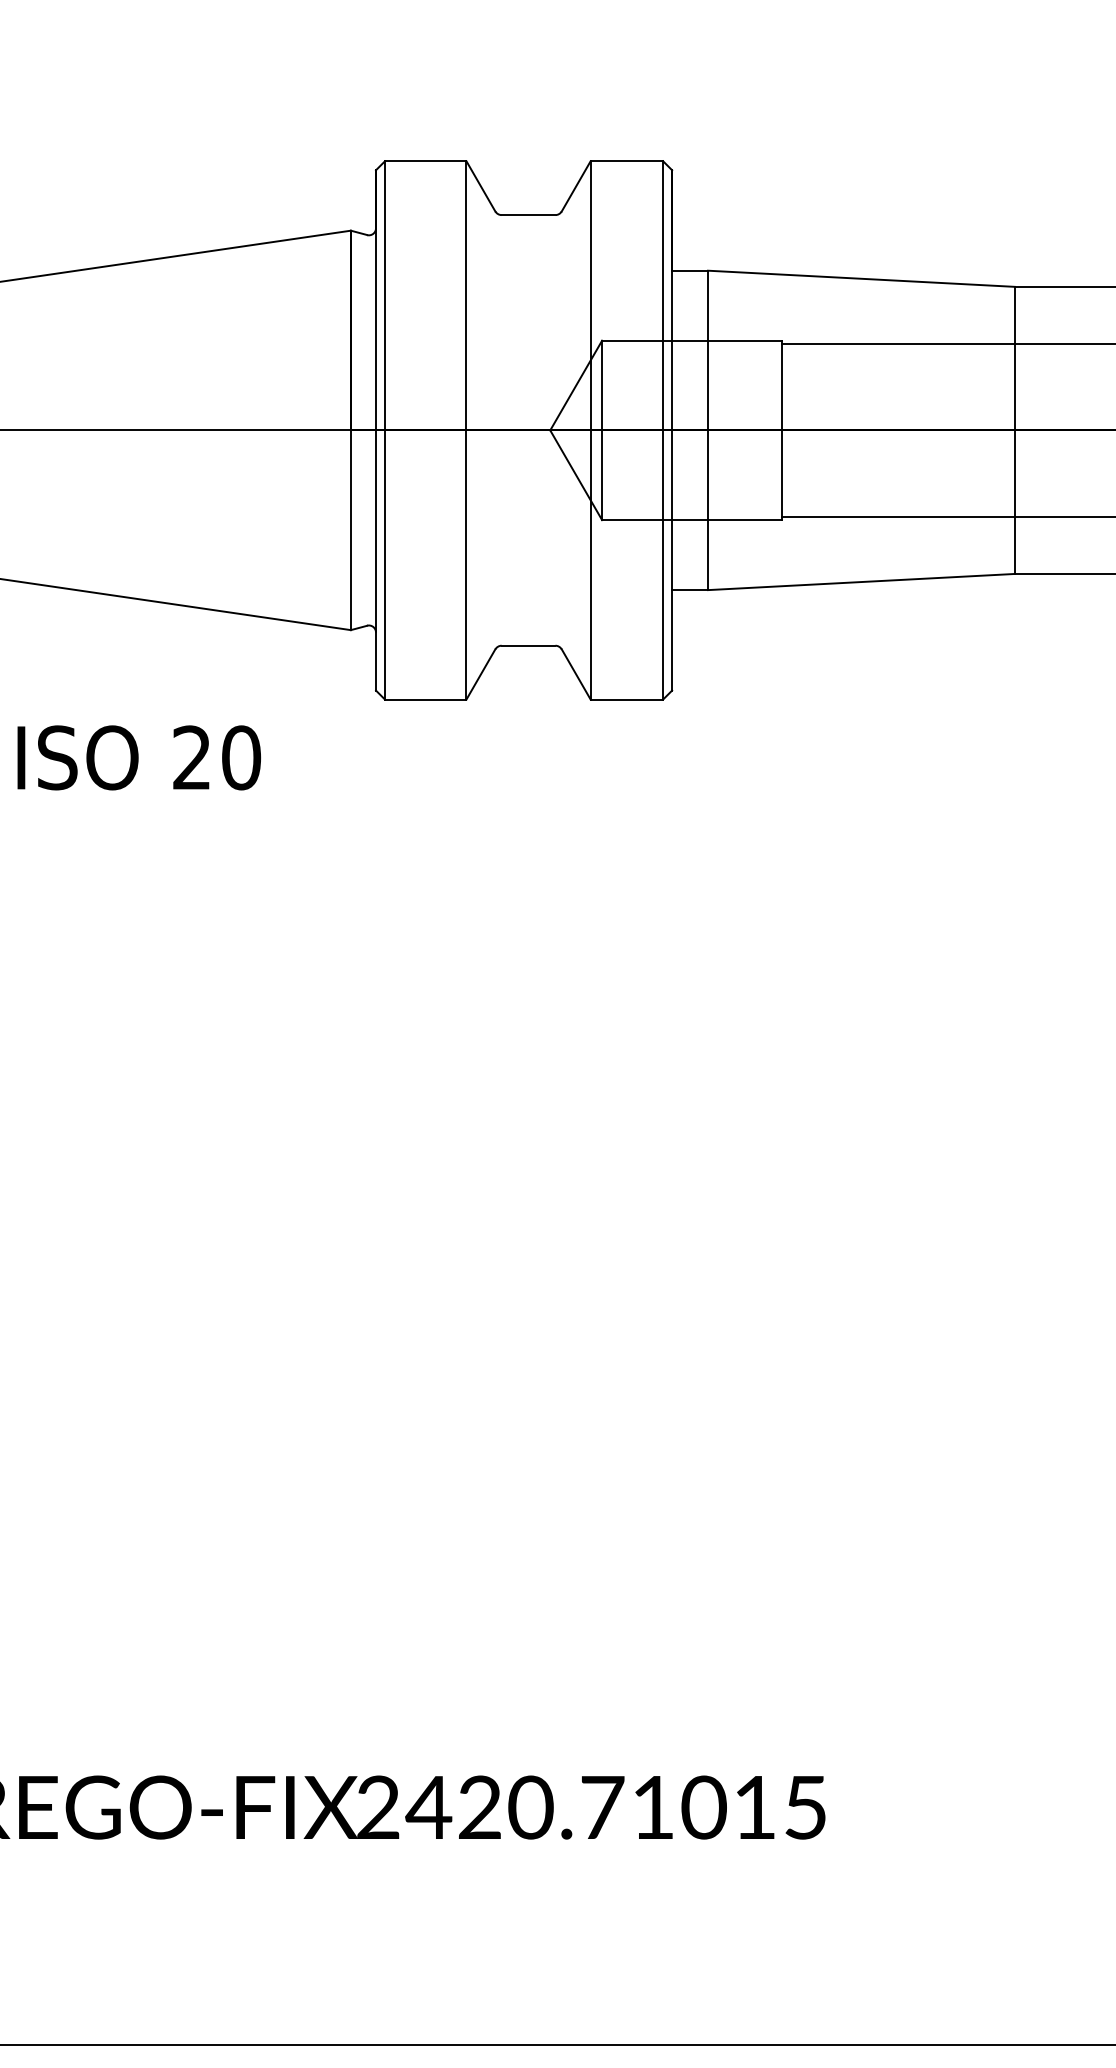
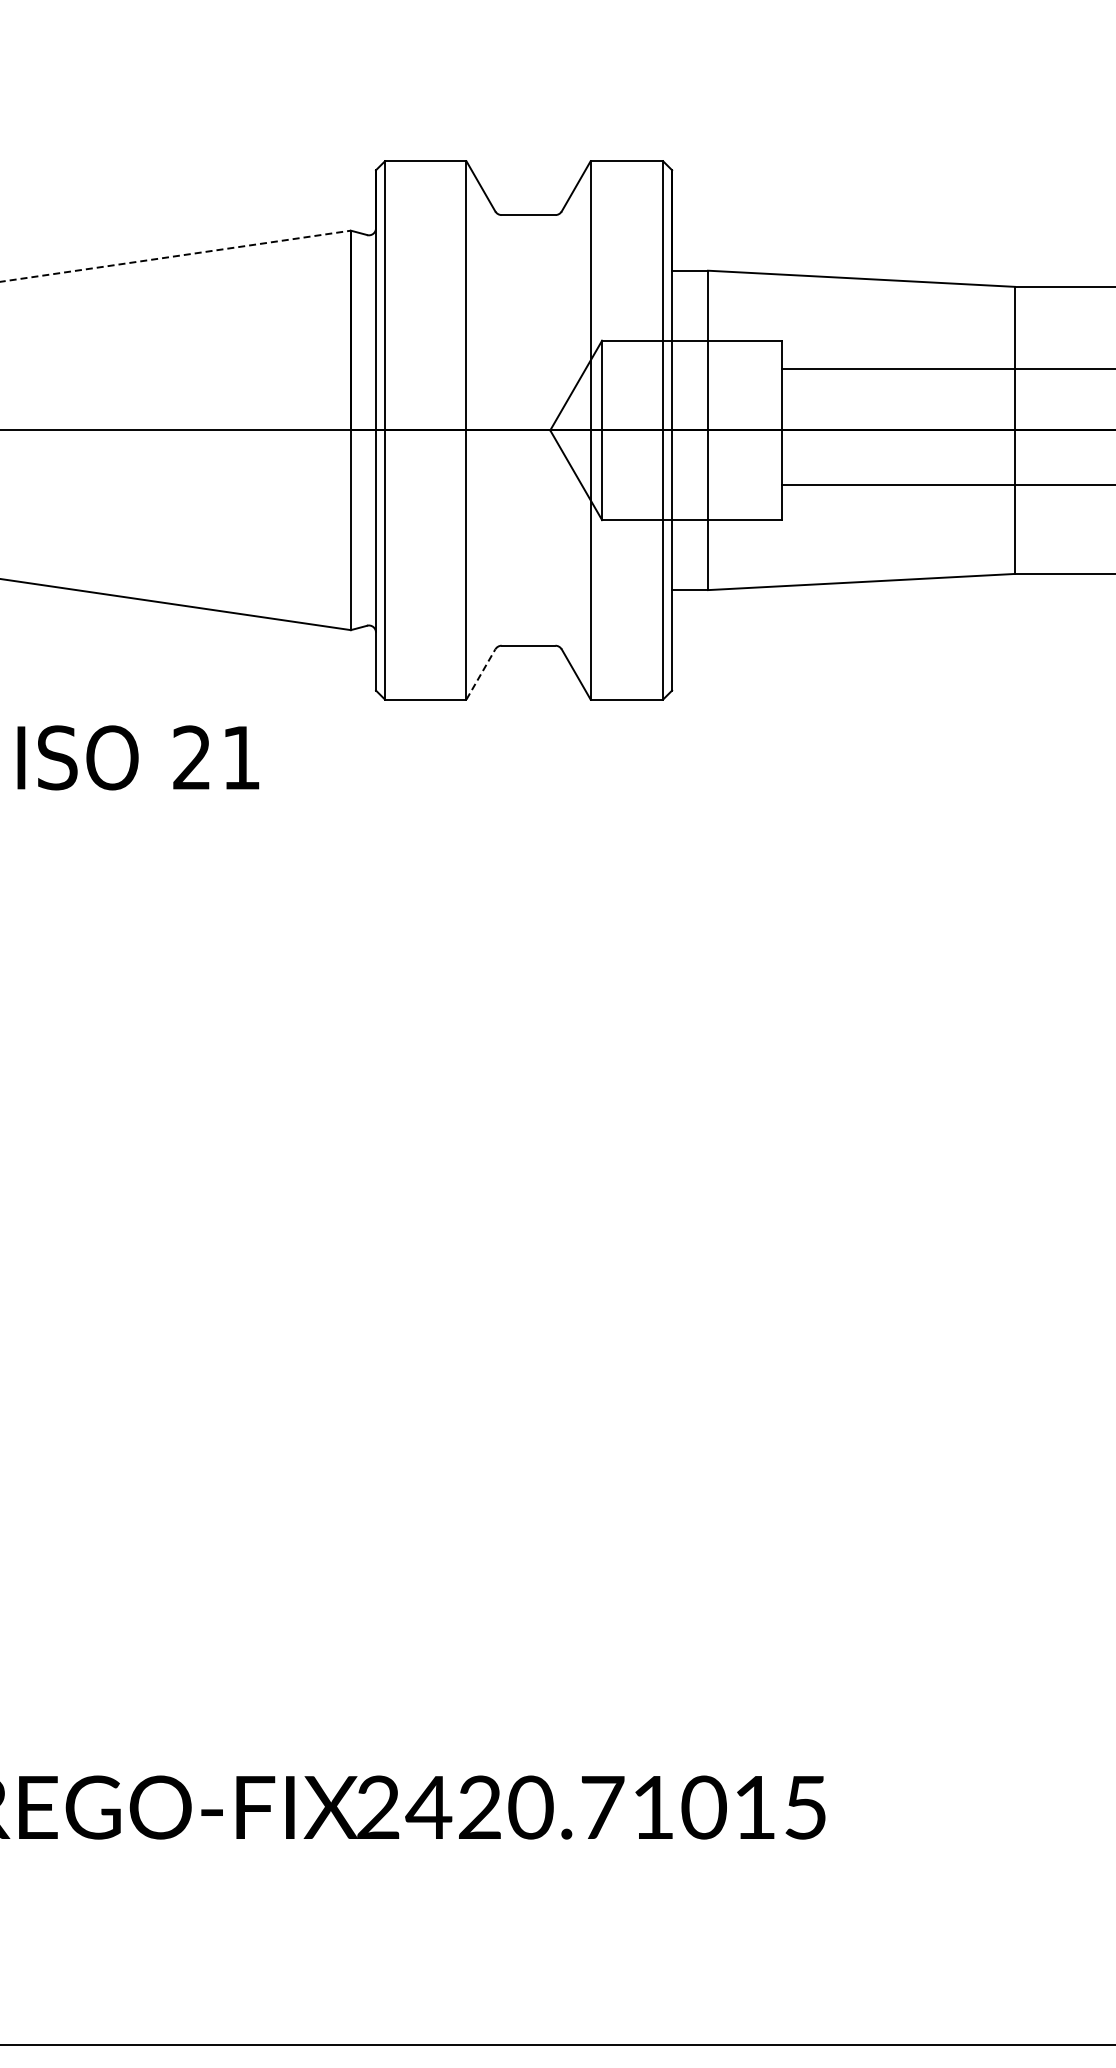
line at (175, 256): solid -> dashed
line at (946, 344) position: (946, 344) -> (946, 369)
line at (946, 516) position: (946, 516) -> (946, 484)
line at (480, 674): solid -> dashed
text at (241, 757): 20 -> 21
